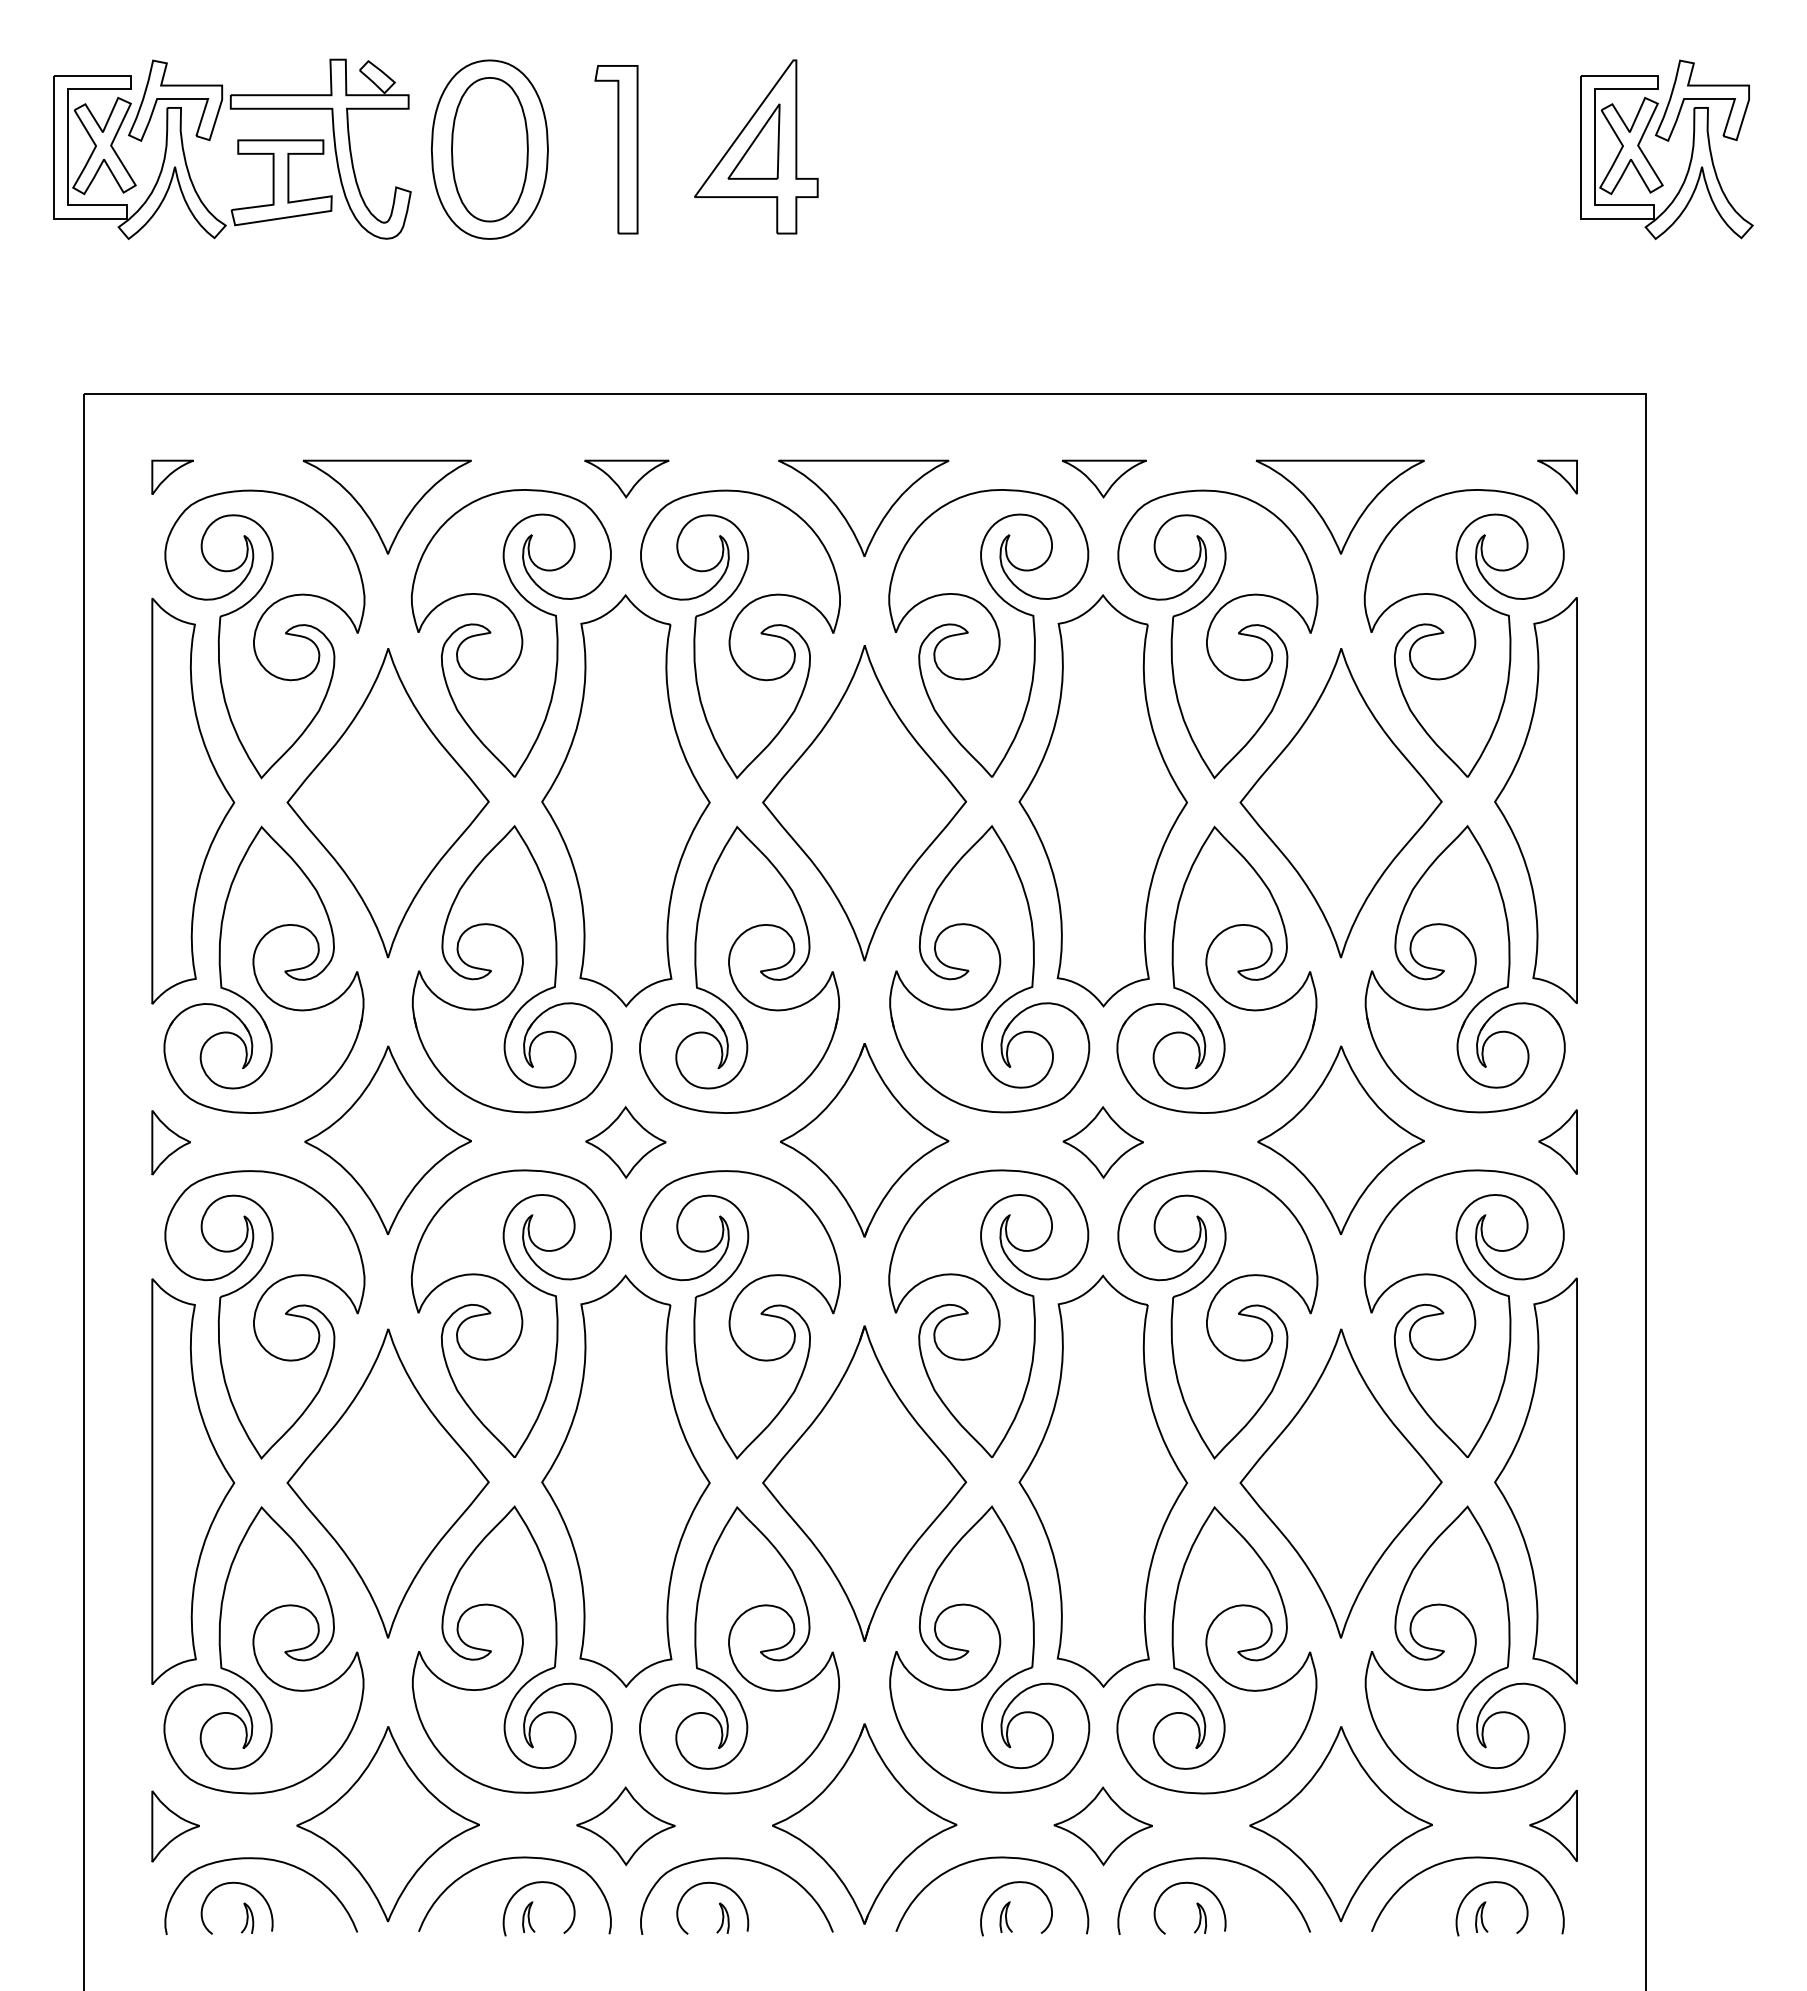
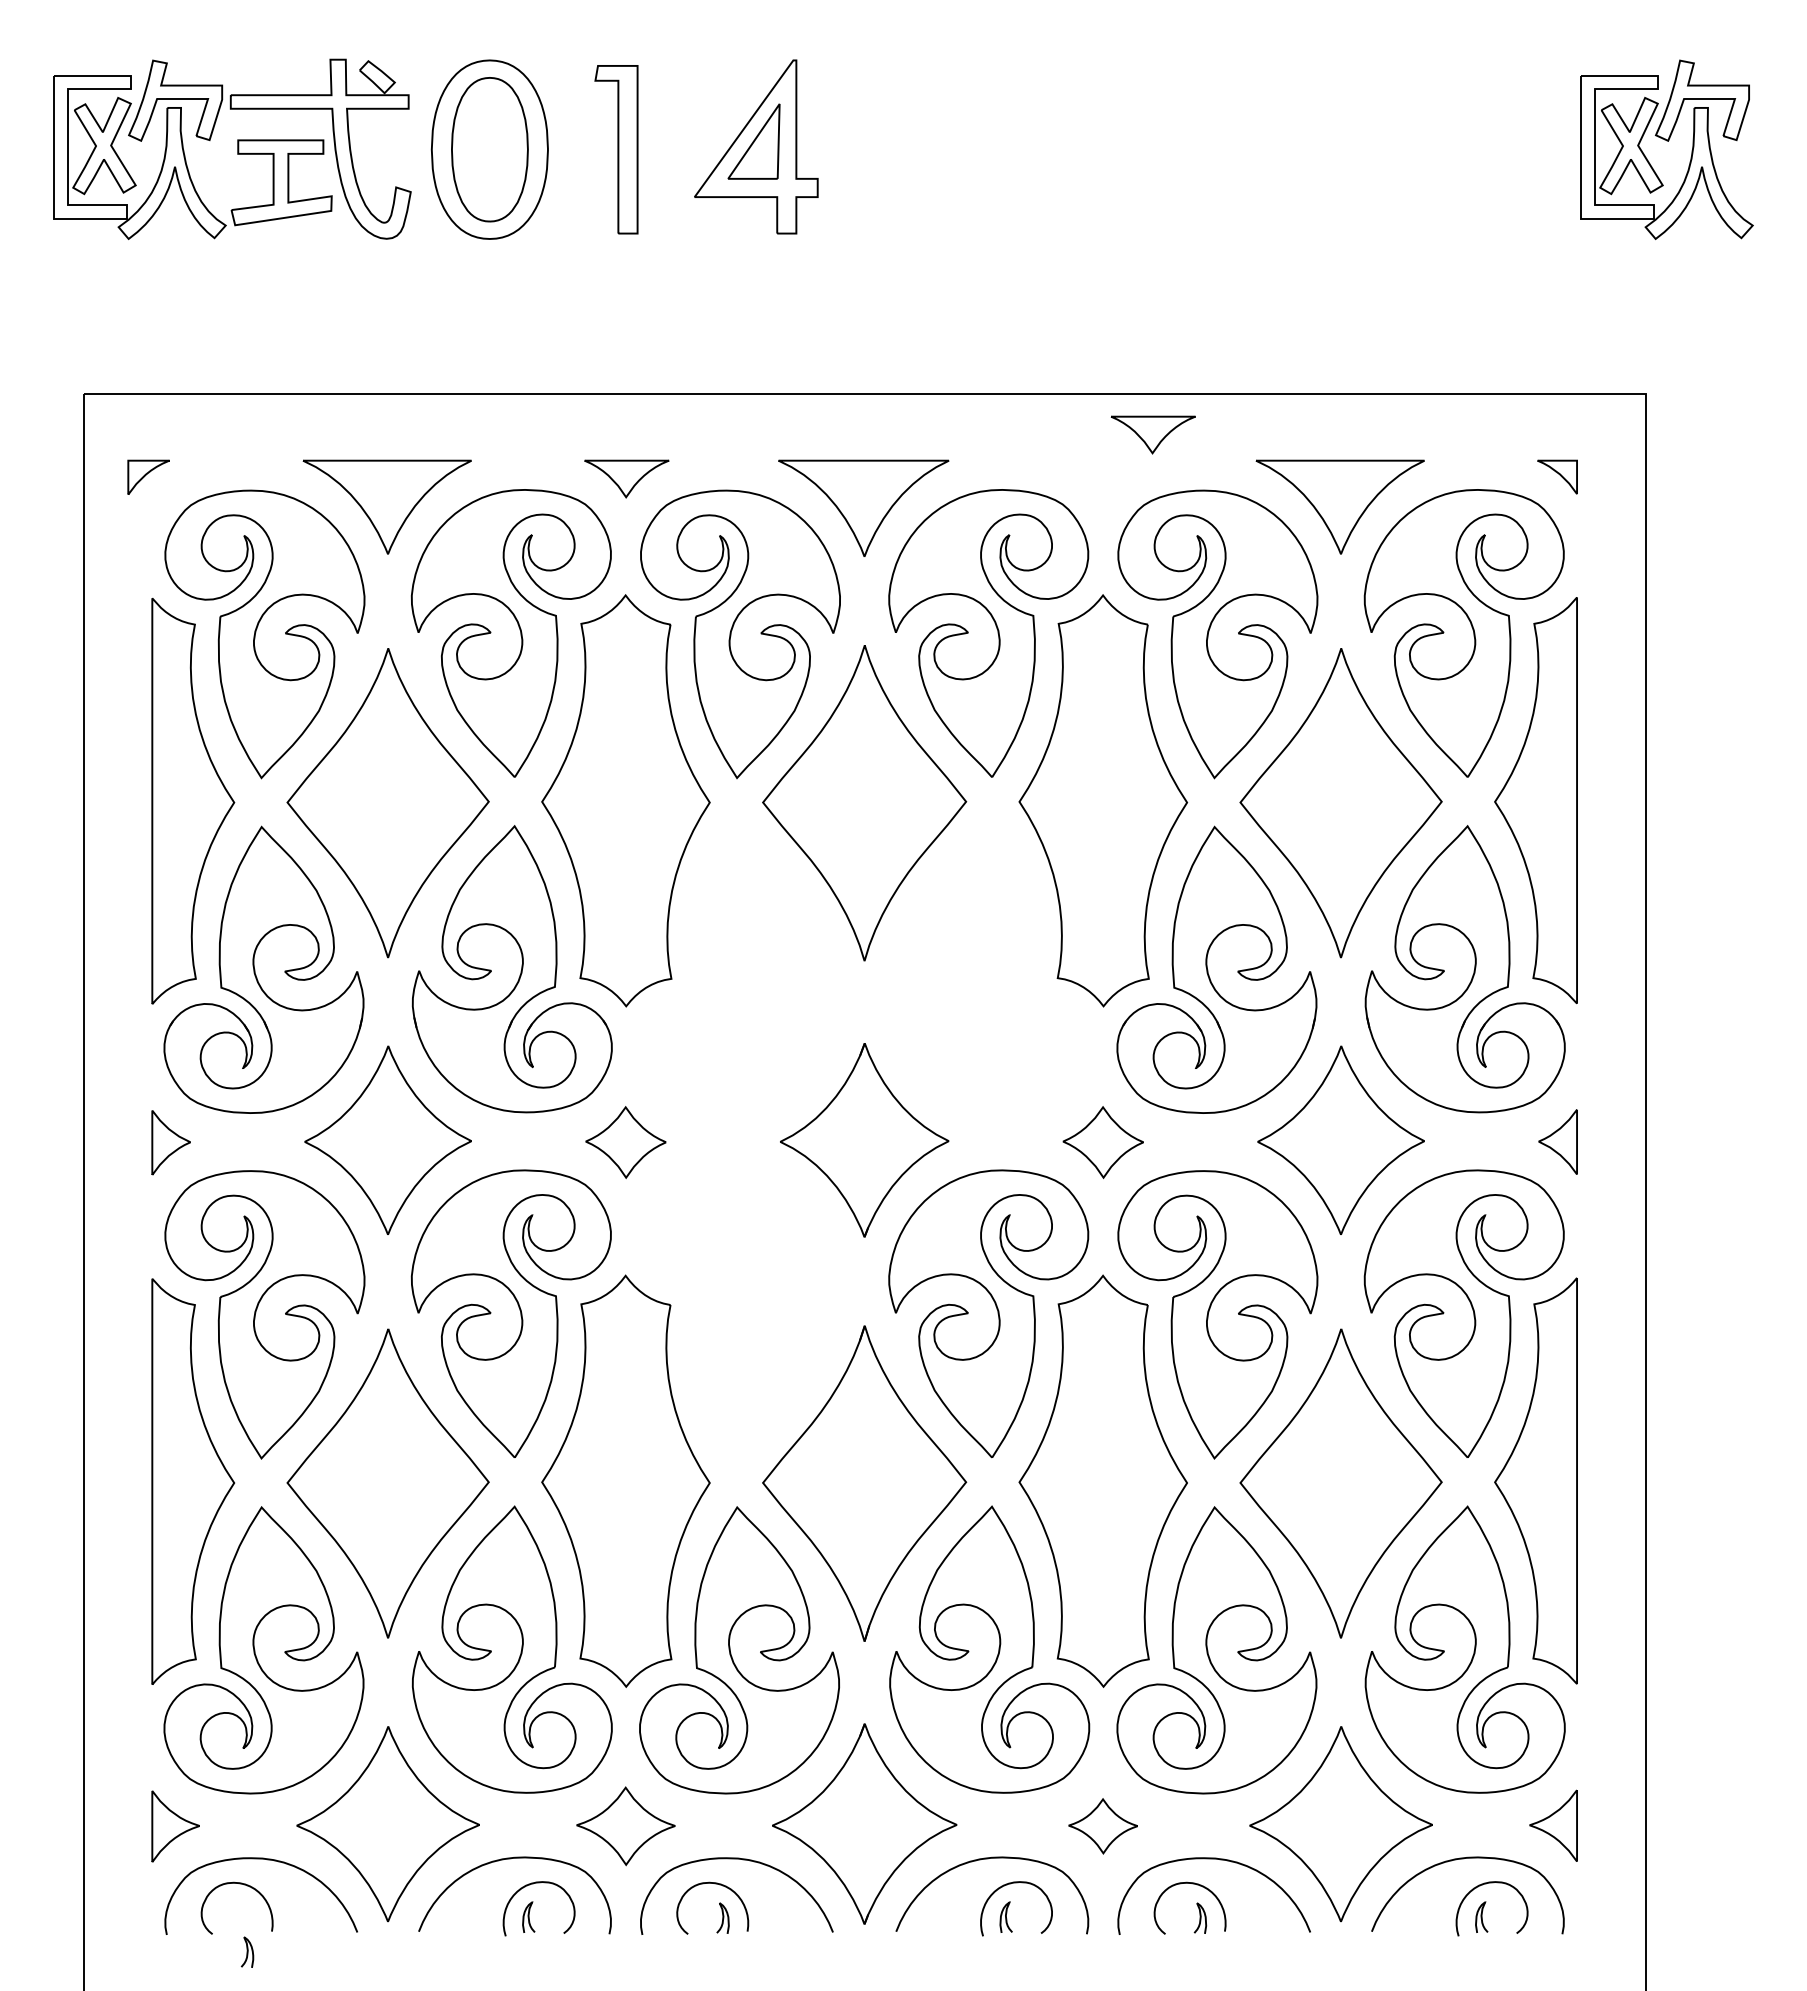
part at (172, 476) position: (172, 476) -> (148, 476)
part at (1103, 478) position: (1103, 478) -> (1152, 434)
part at (731, 972): present -> none
part at (997, 973): present -> none
part at (732, 1311): present -> none
part at (1102, 1826) size: 100x81 px -> 70x57 px
curve at (247, 1917) position: (247, 1917) -> (247, 1951)
